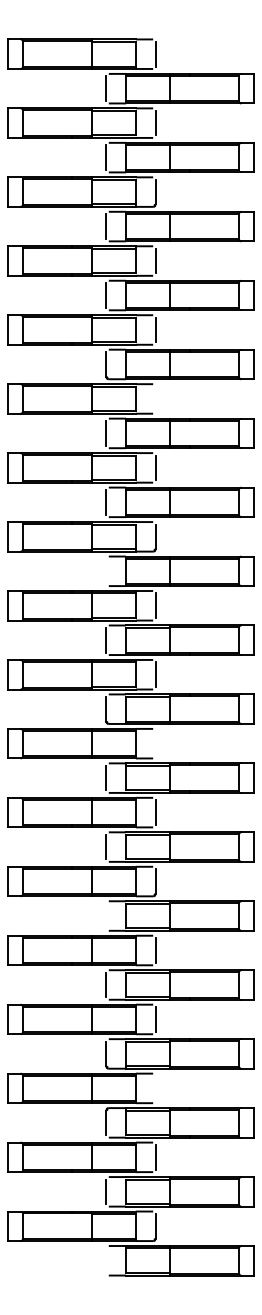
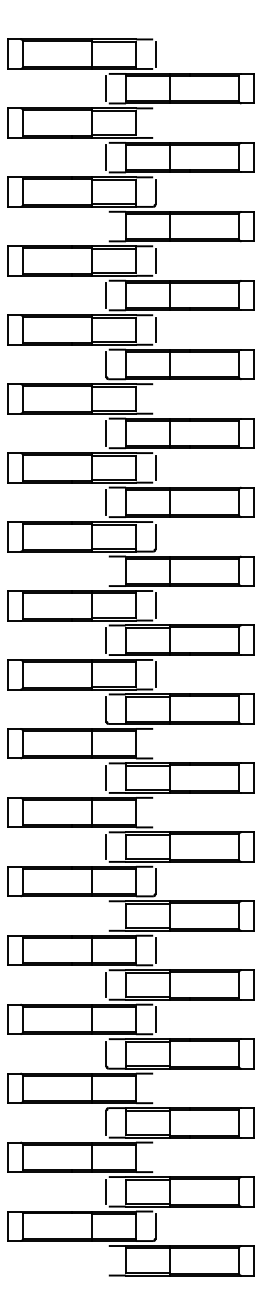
line at (155, 122): present -> none
line at (106, 226): present -> none
line at (155, 812): present -> none
line at (155, 1157): present -> none
